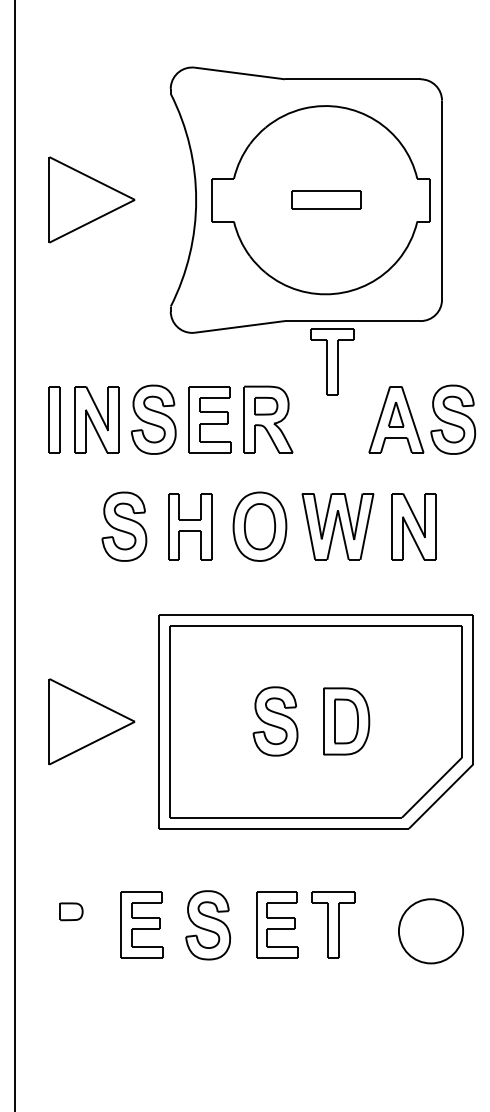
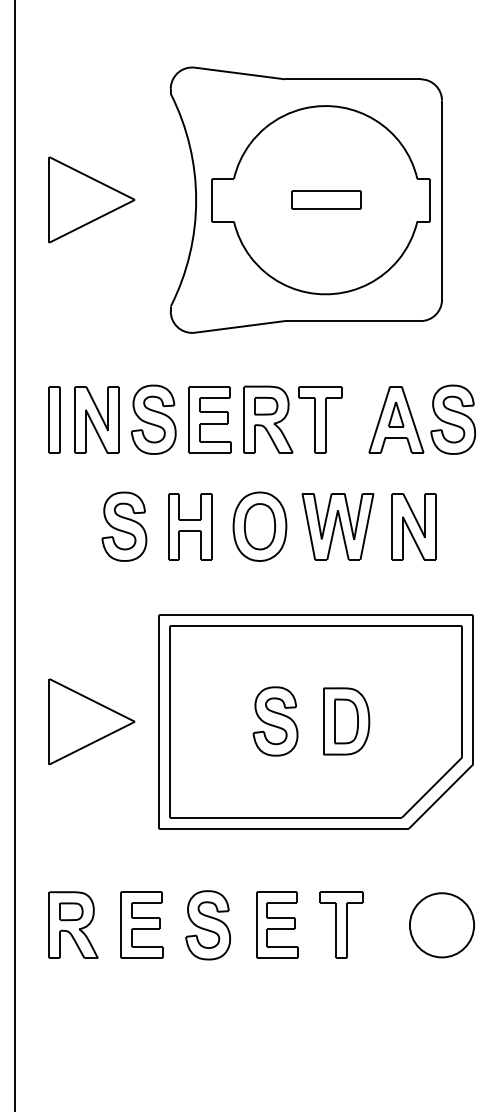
part at (332, 361) position: (332, 361) -> (320, 419)
part at (73, 924): none -> present
part at (333, 924) position: (333, 924) -> (341, 924)
part at (430, 931) position: (430, 931) -> (441, 925)
